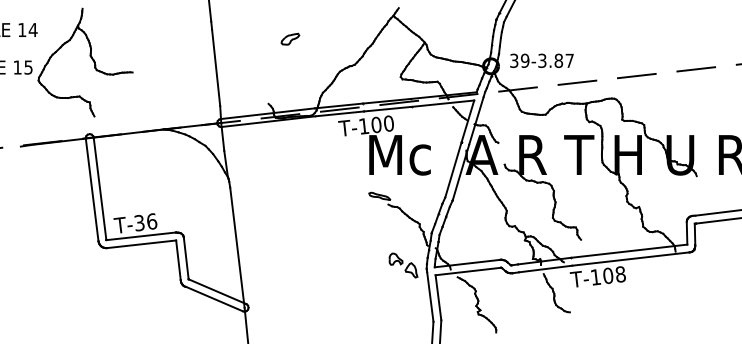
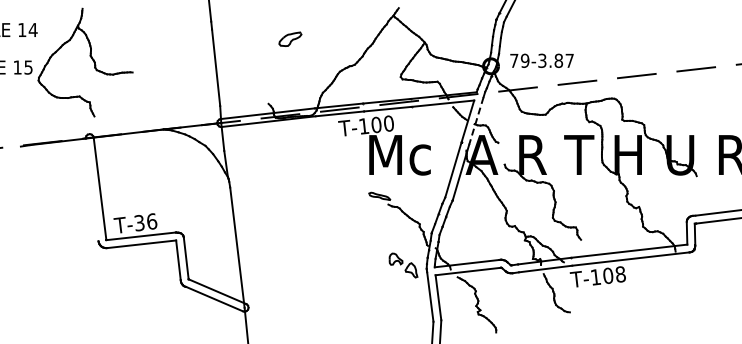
part at (290, 38) size: 21x14 px -> 25x16 px
text at (514, 60): 39-3.87 -> 79-3.87
line at (476, 120): solid -> dashed
line at (91, 189): present -> none
